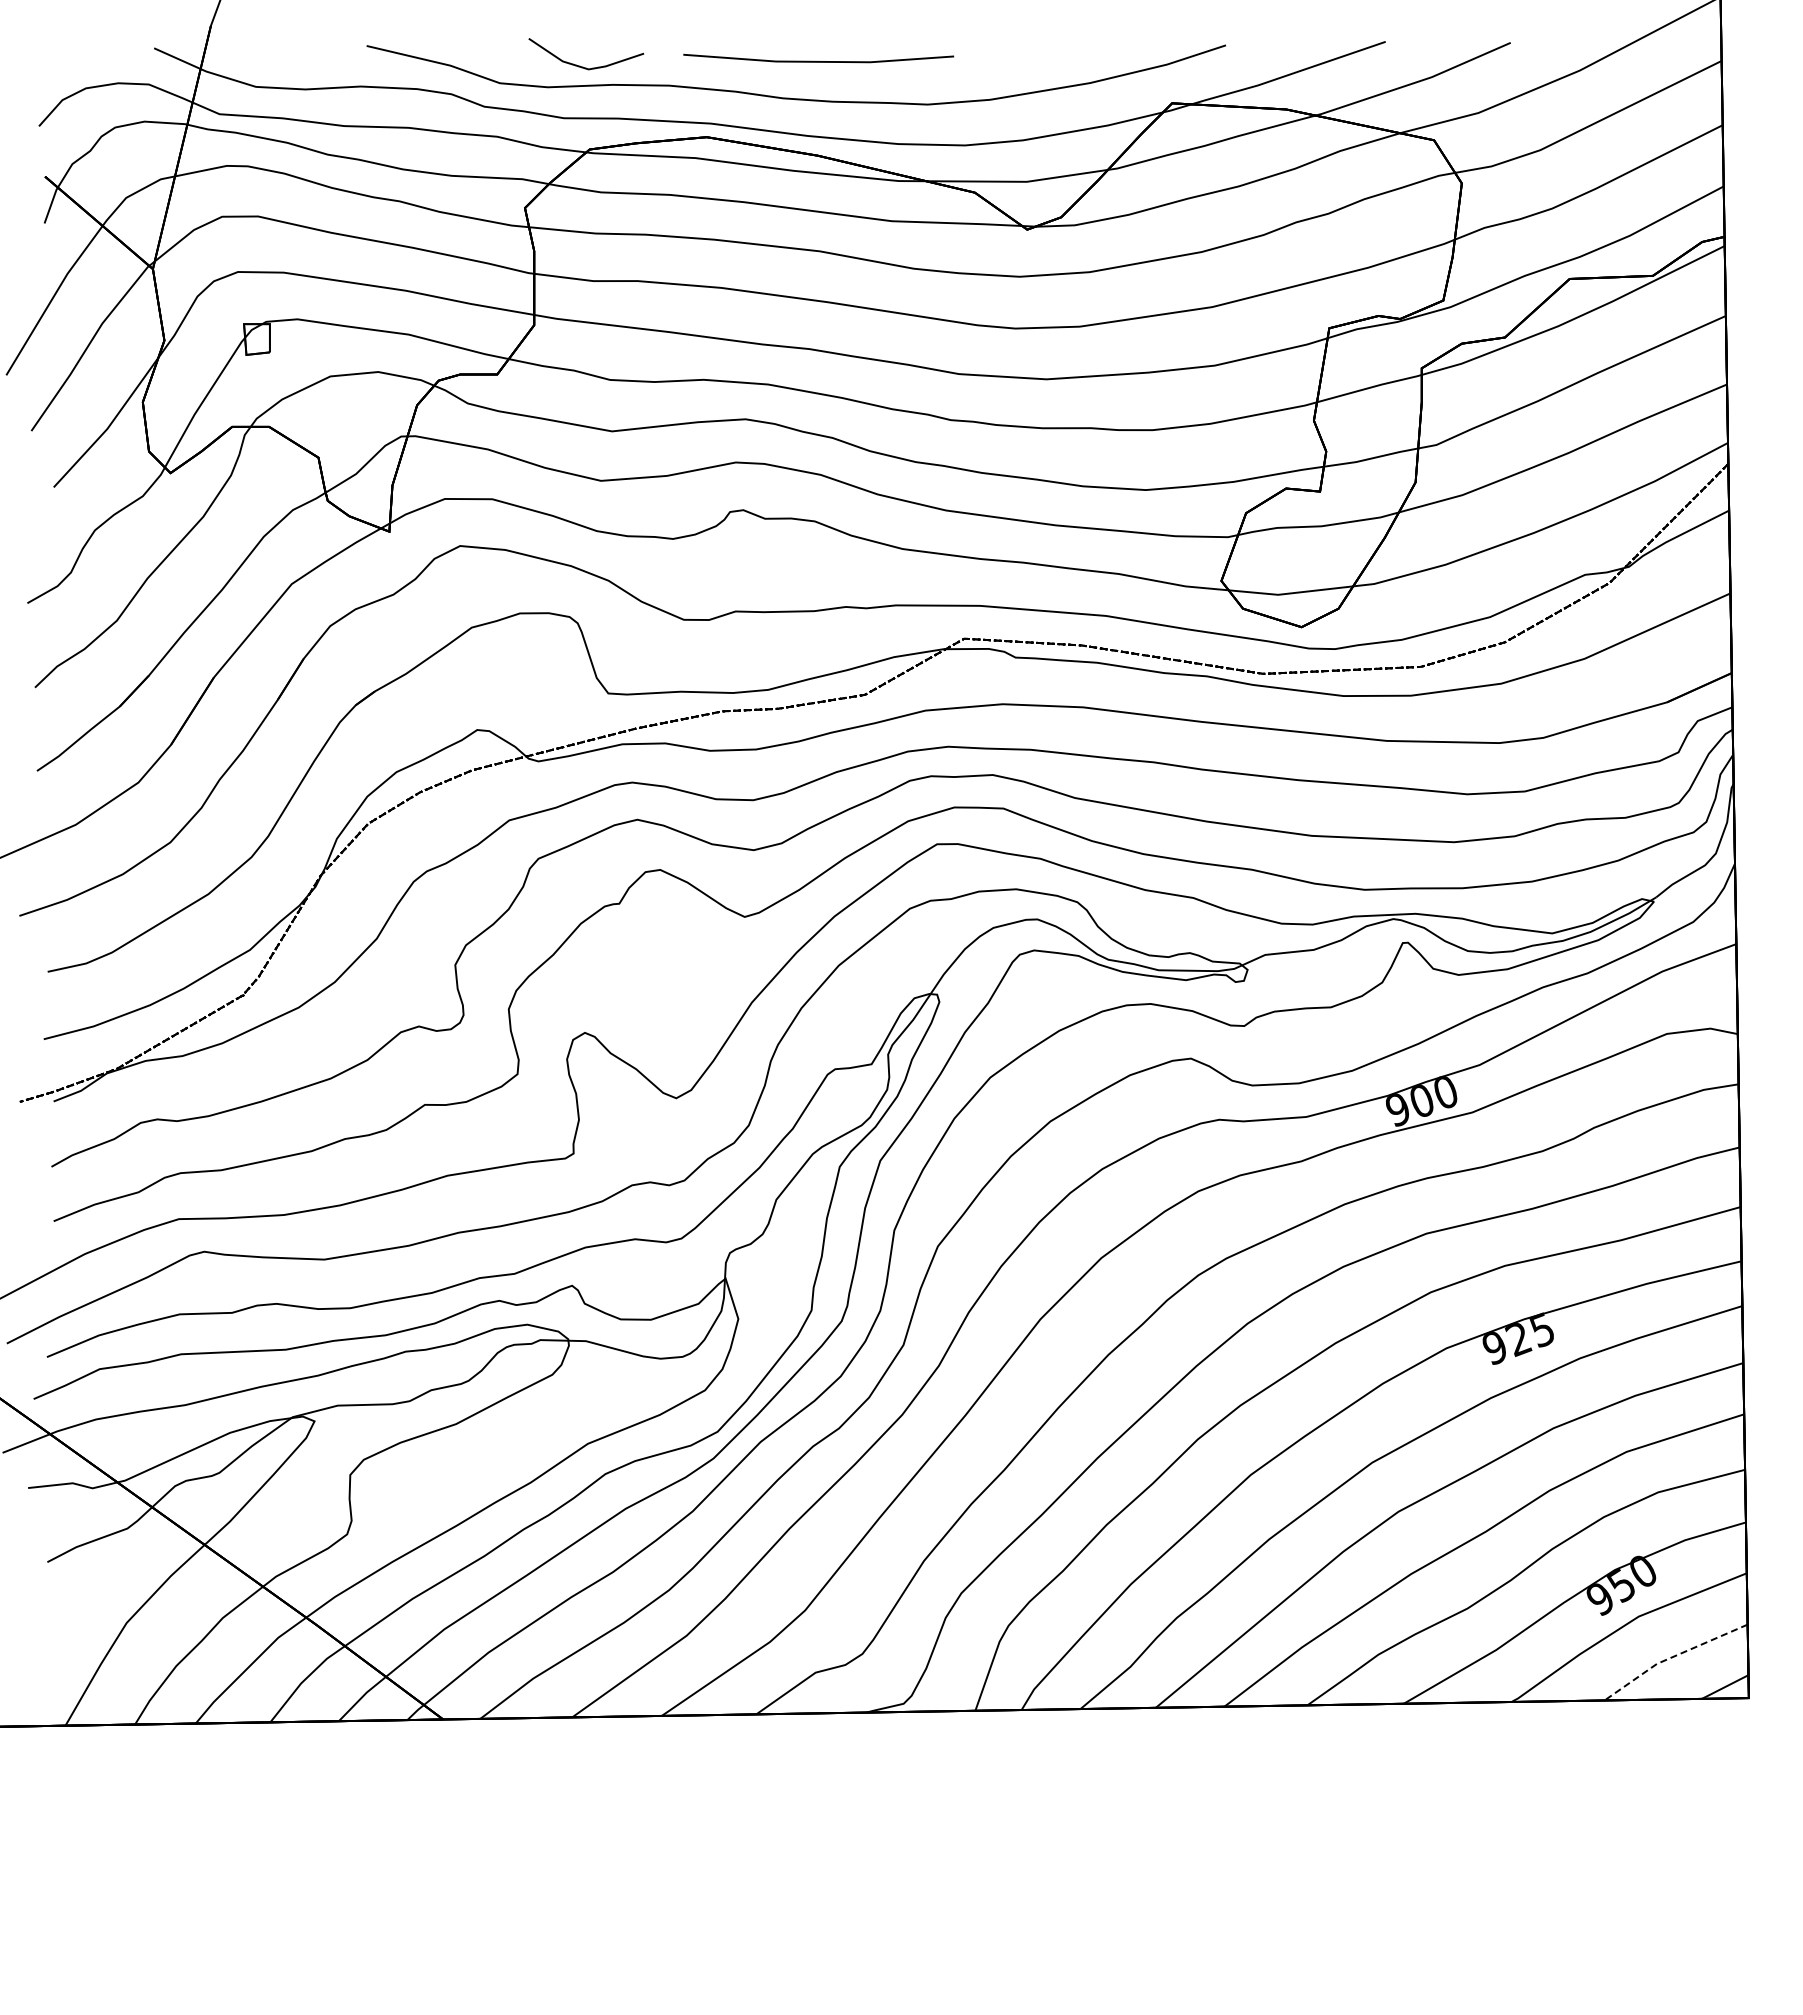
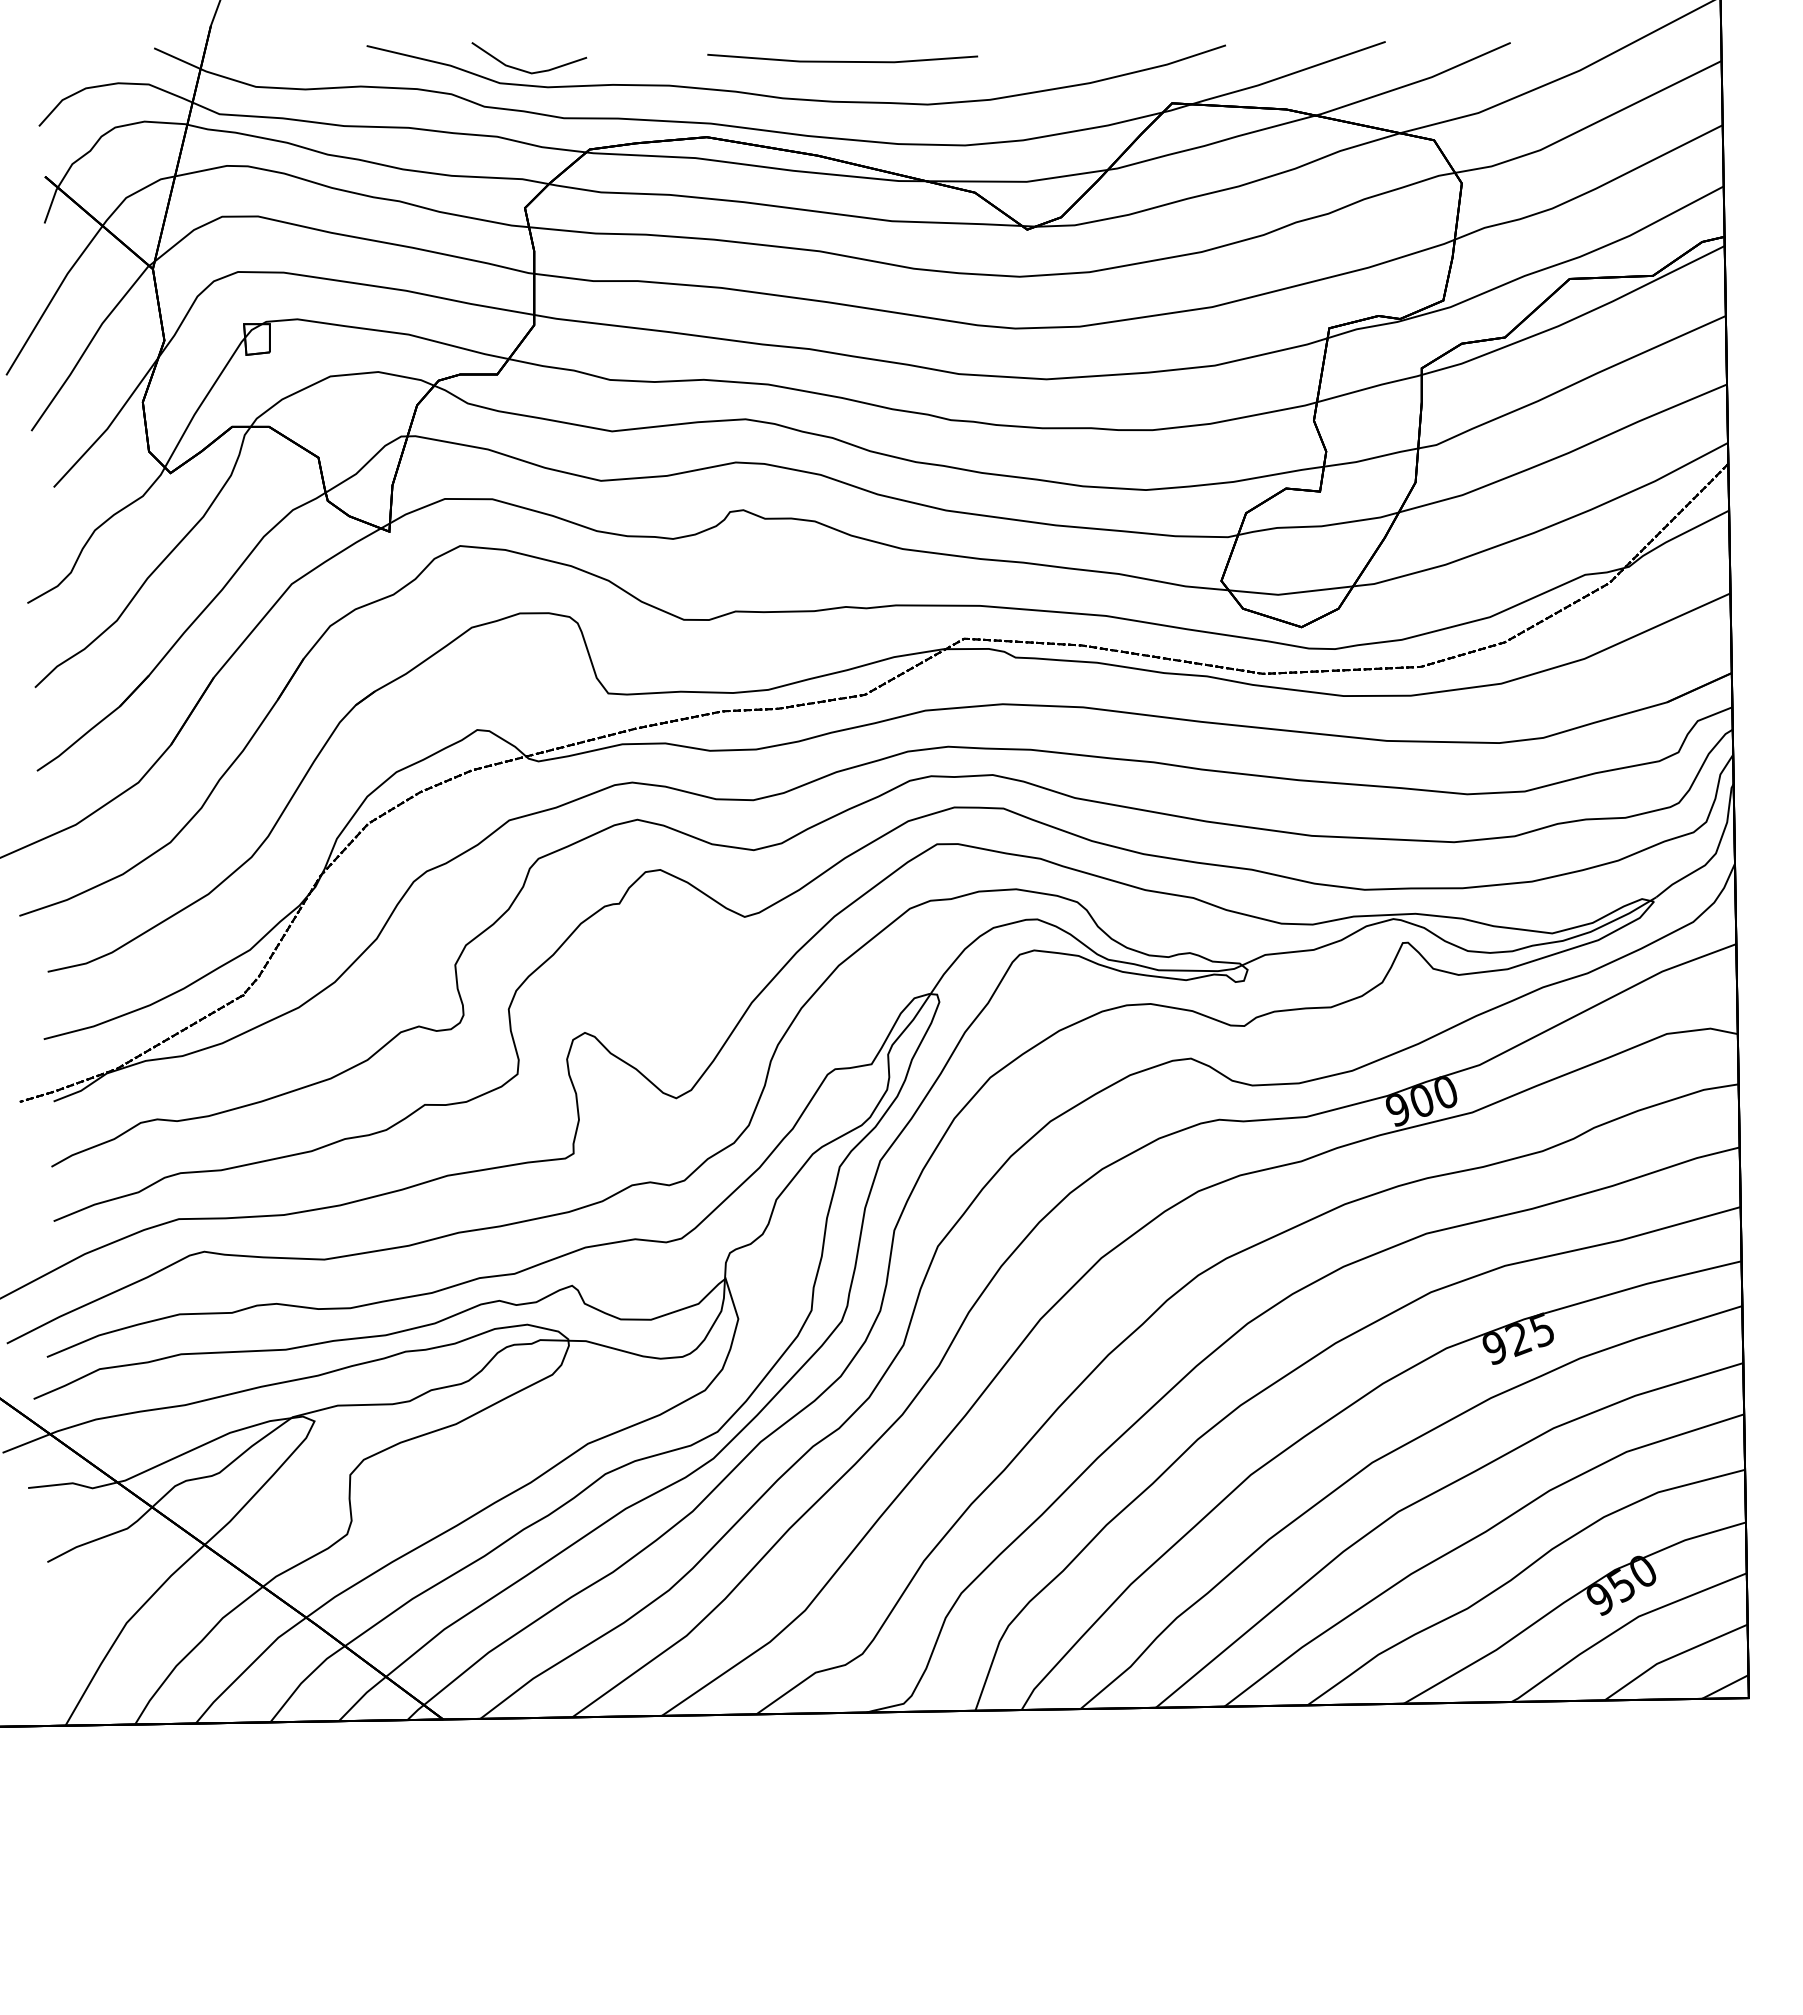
line at (818, 61) position: (818, 61) -> (842, 61)
line at (583, 66) position: (583, 66) -> (526, 70)
line at (1672, 1657): dashed -> solid
